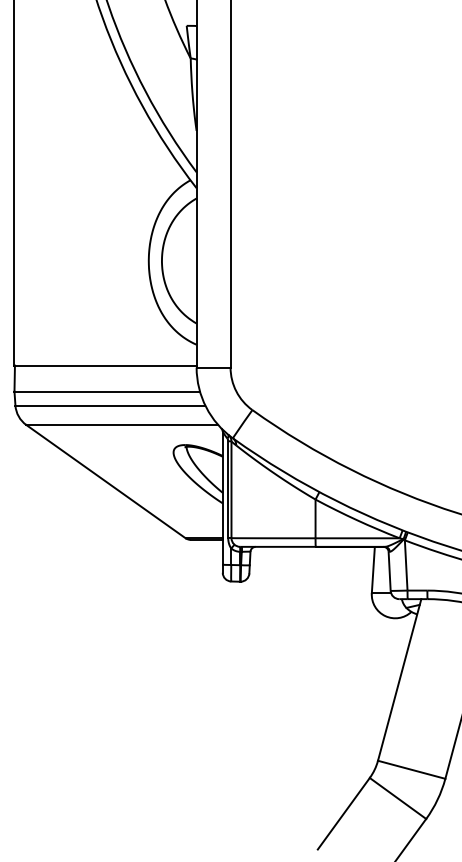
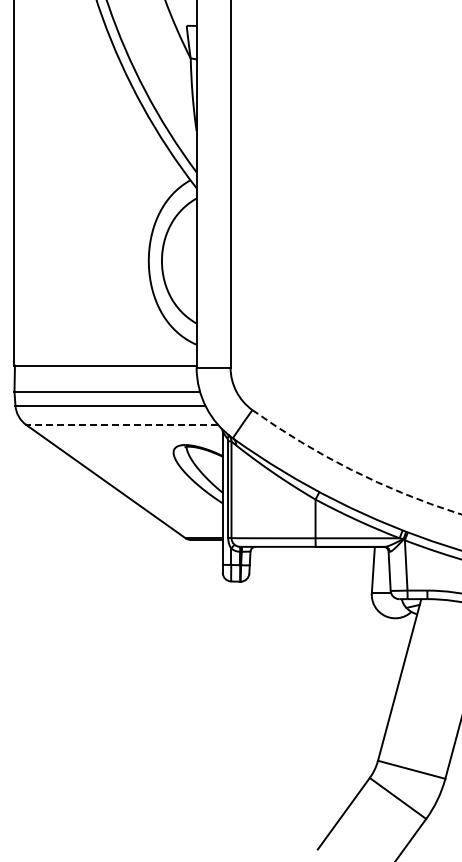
line at (122, 425): solid -> dashed
arc at (353, 470): solid -> dashed
